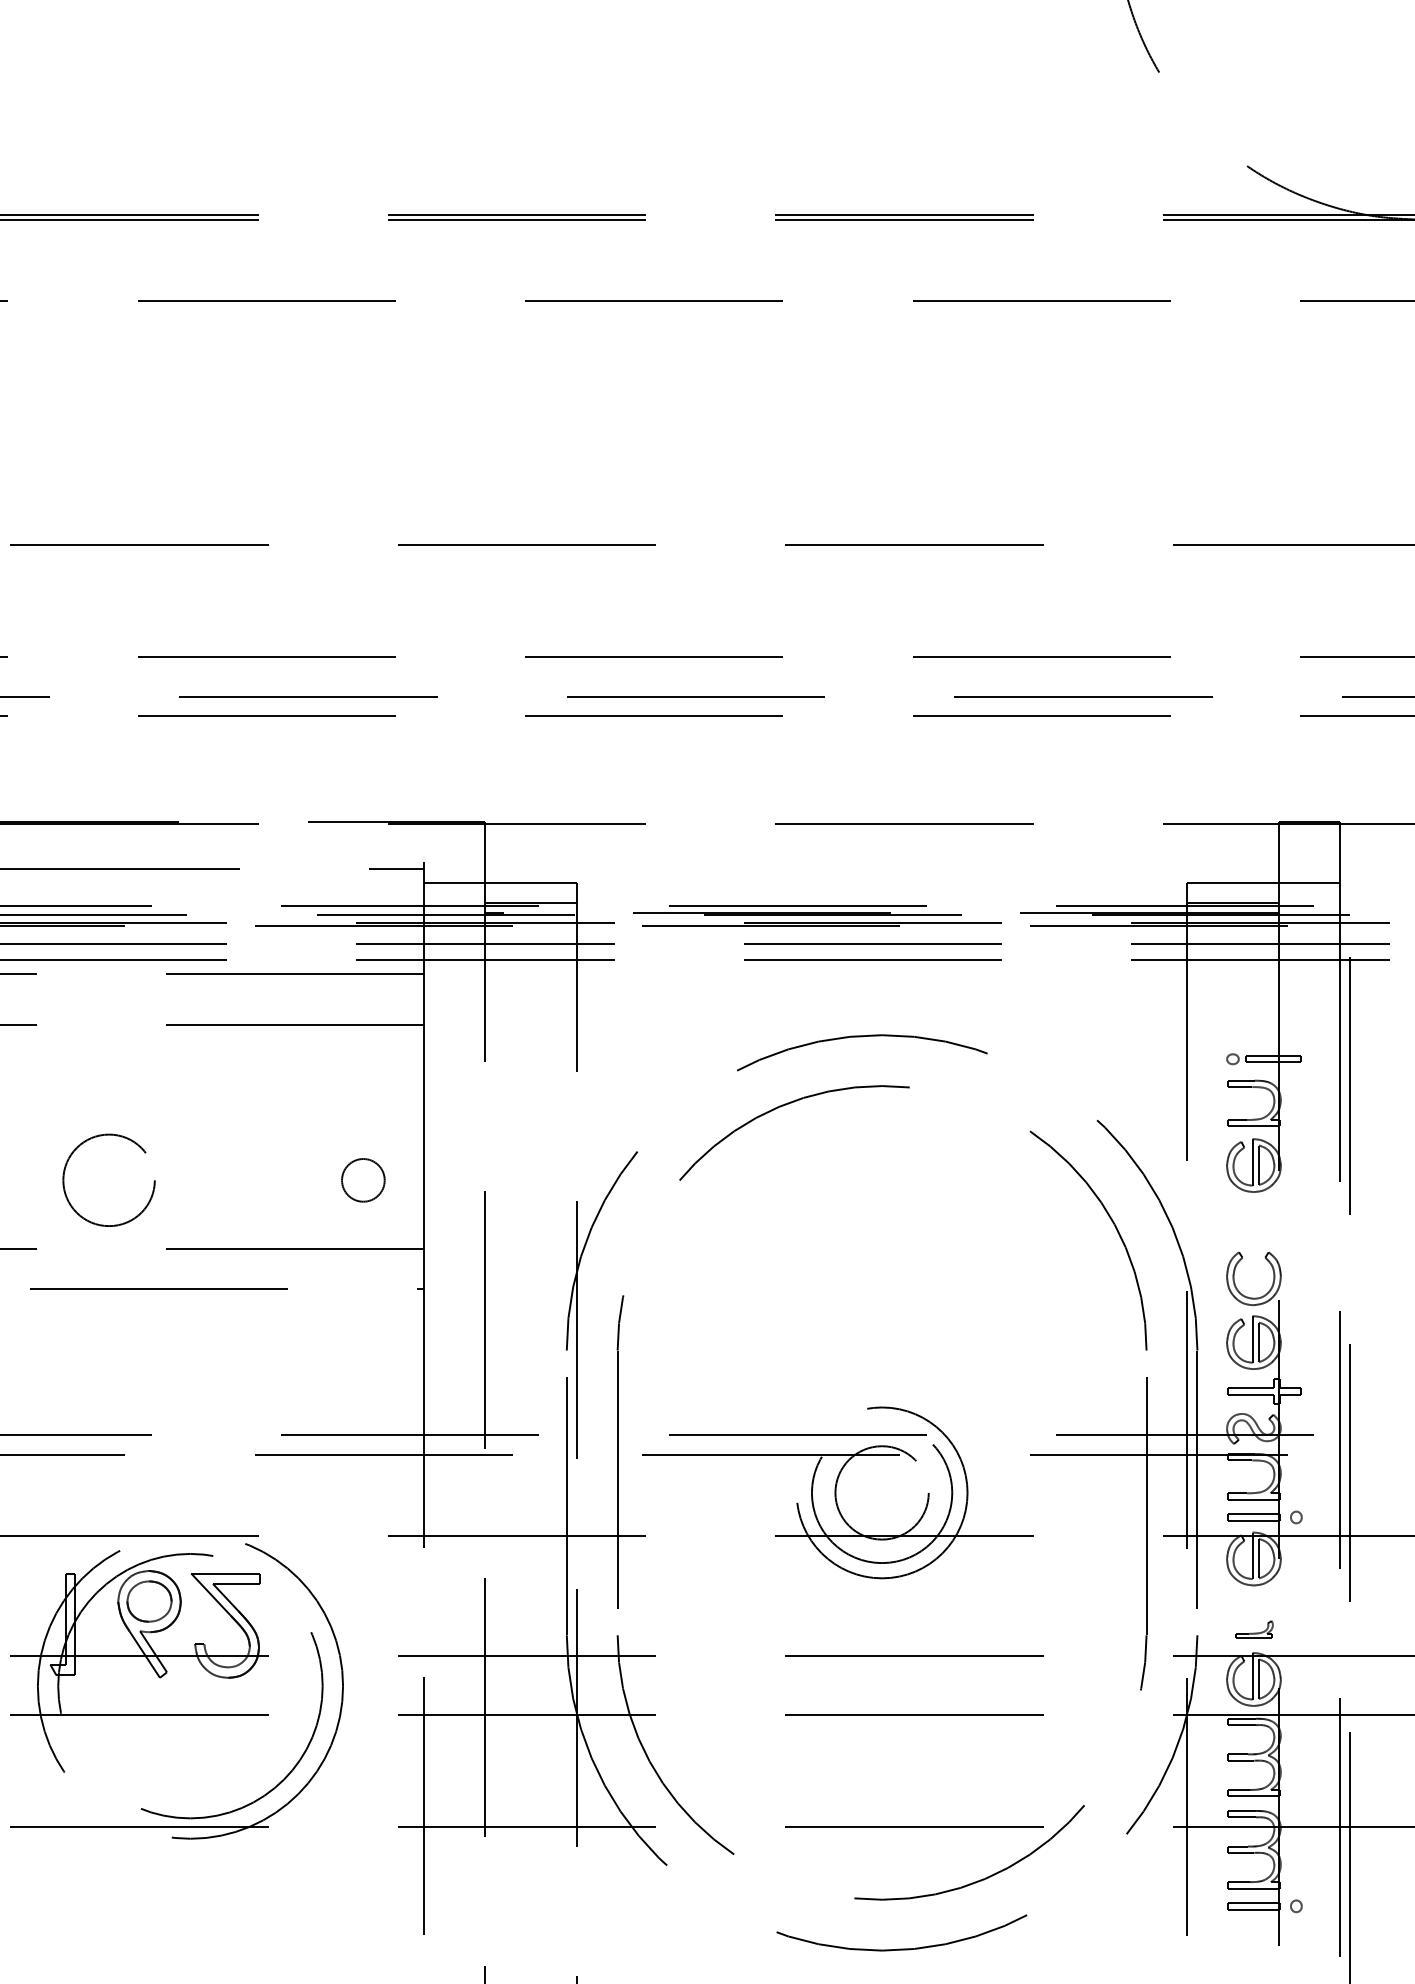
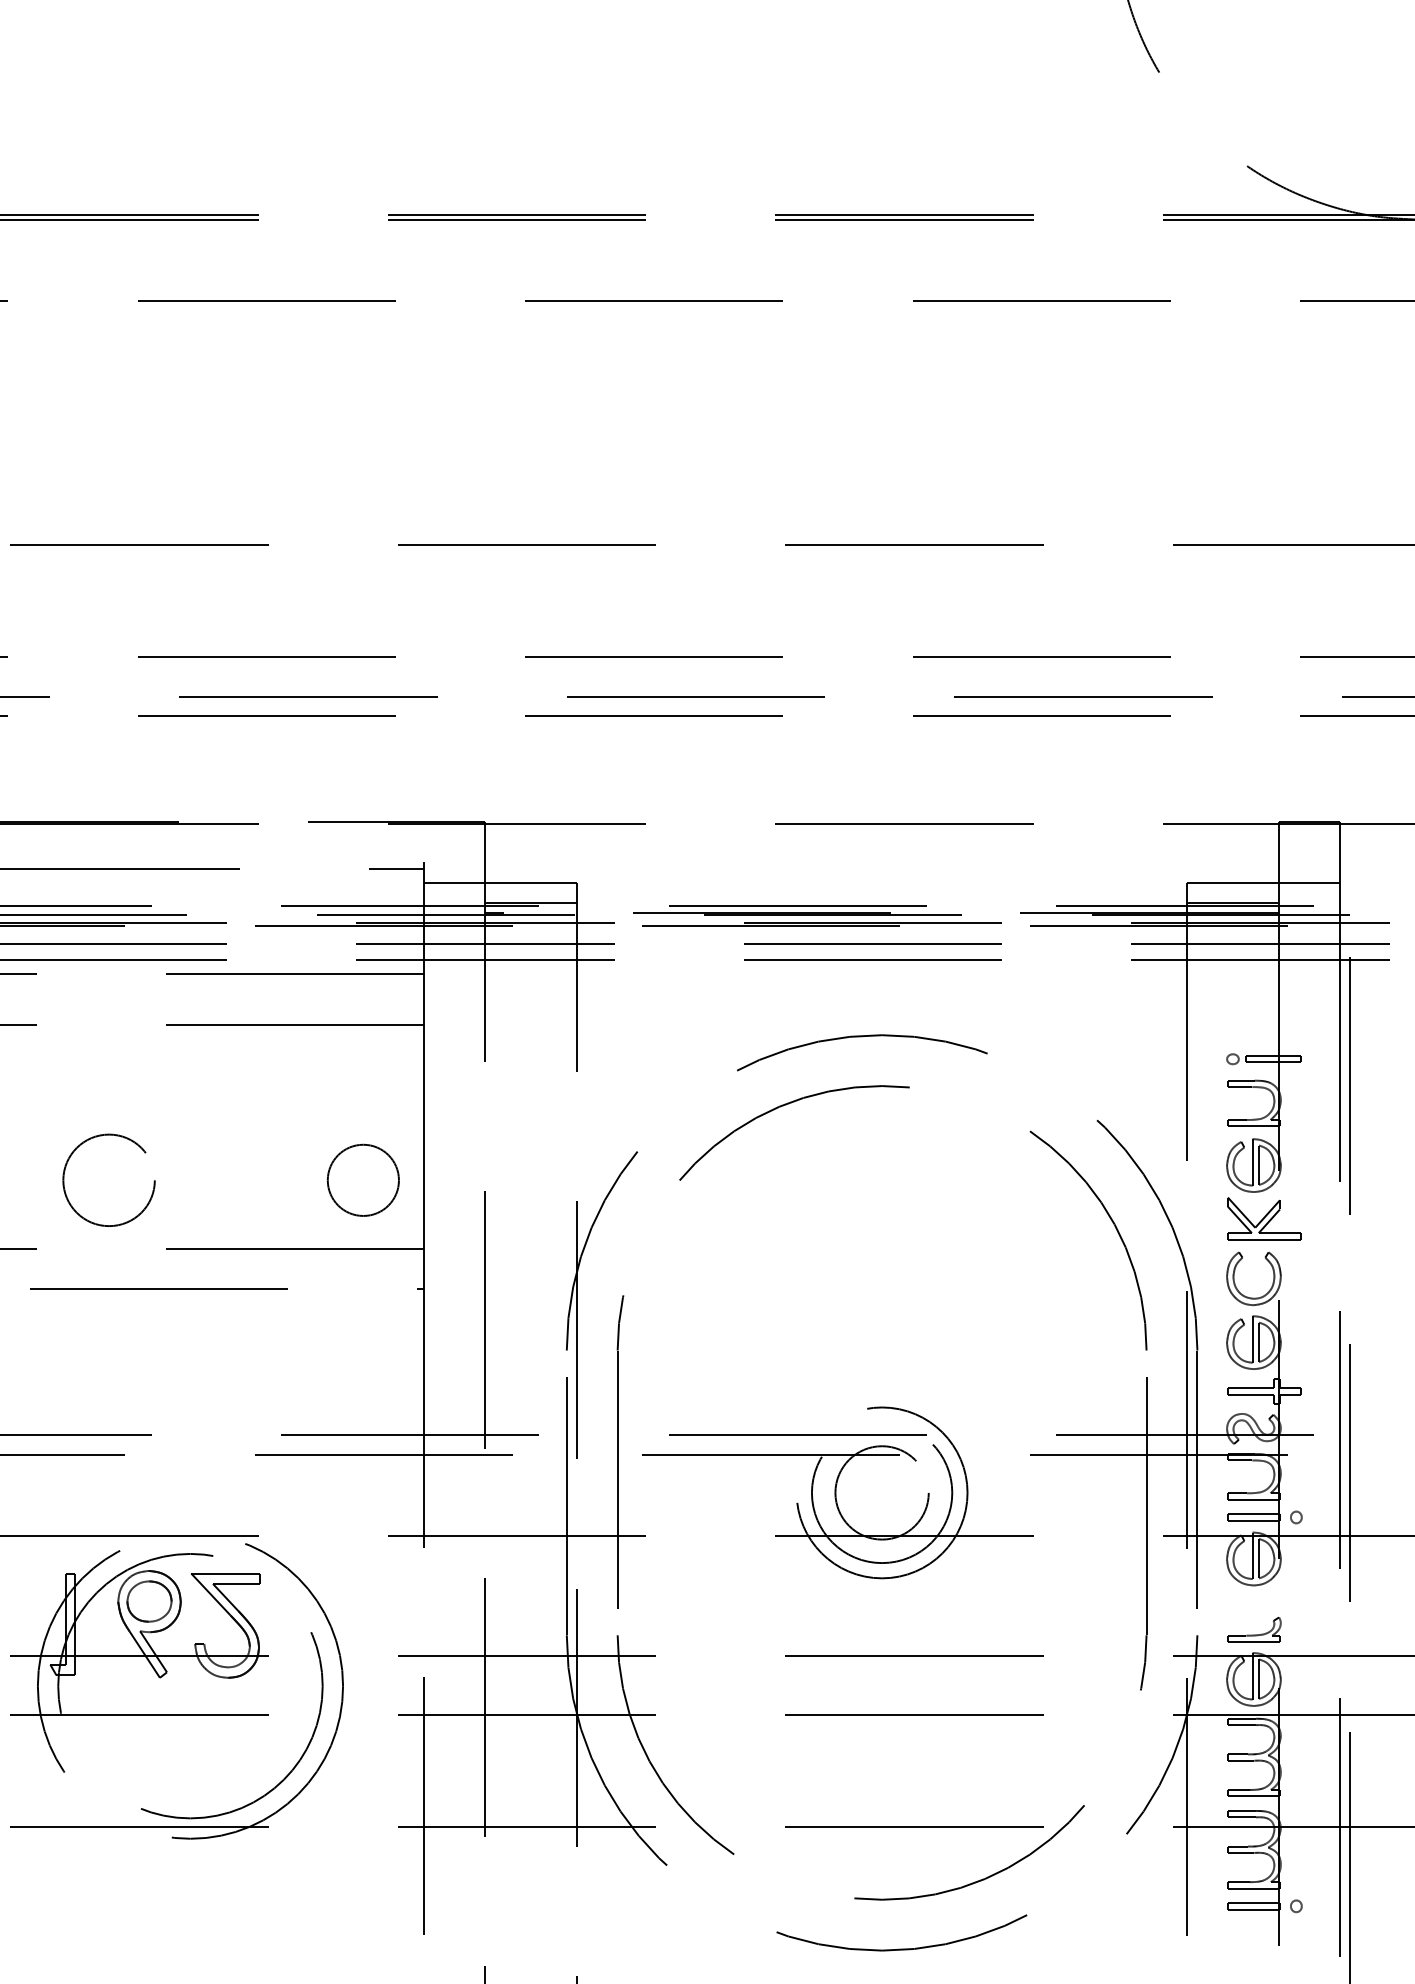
circle at (363, 1180) diameter: 43 px -> 71 px
part at (1264, 1218): none -> present
part at (1254, 1629) size: 39x19 px -> 55x27 px
